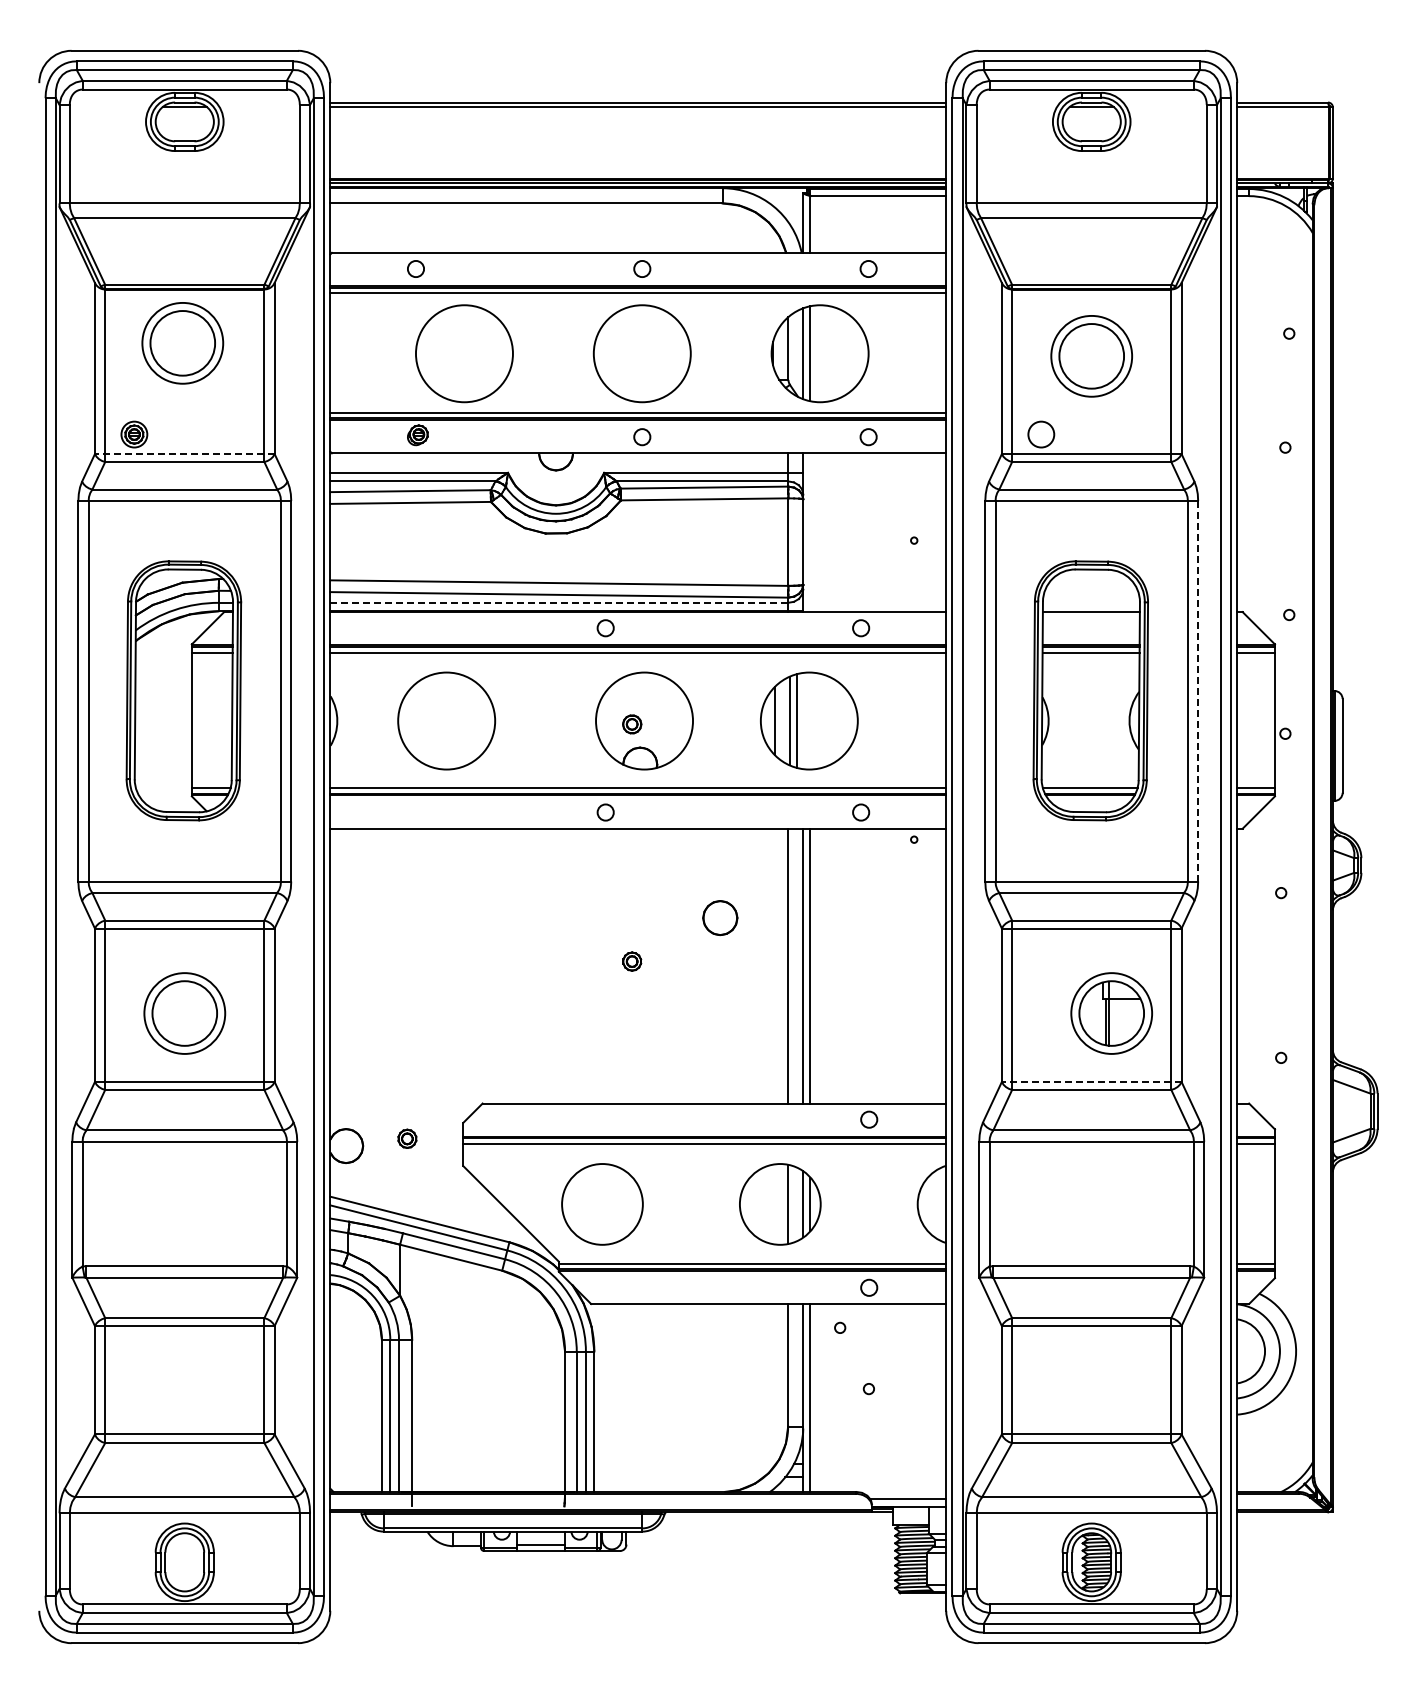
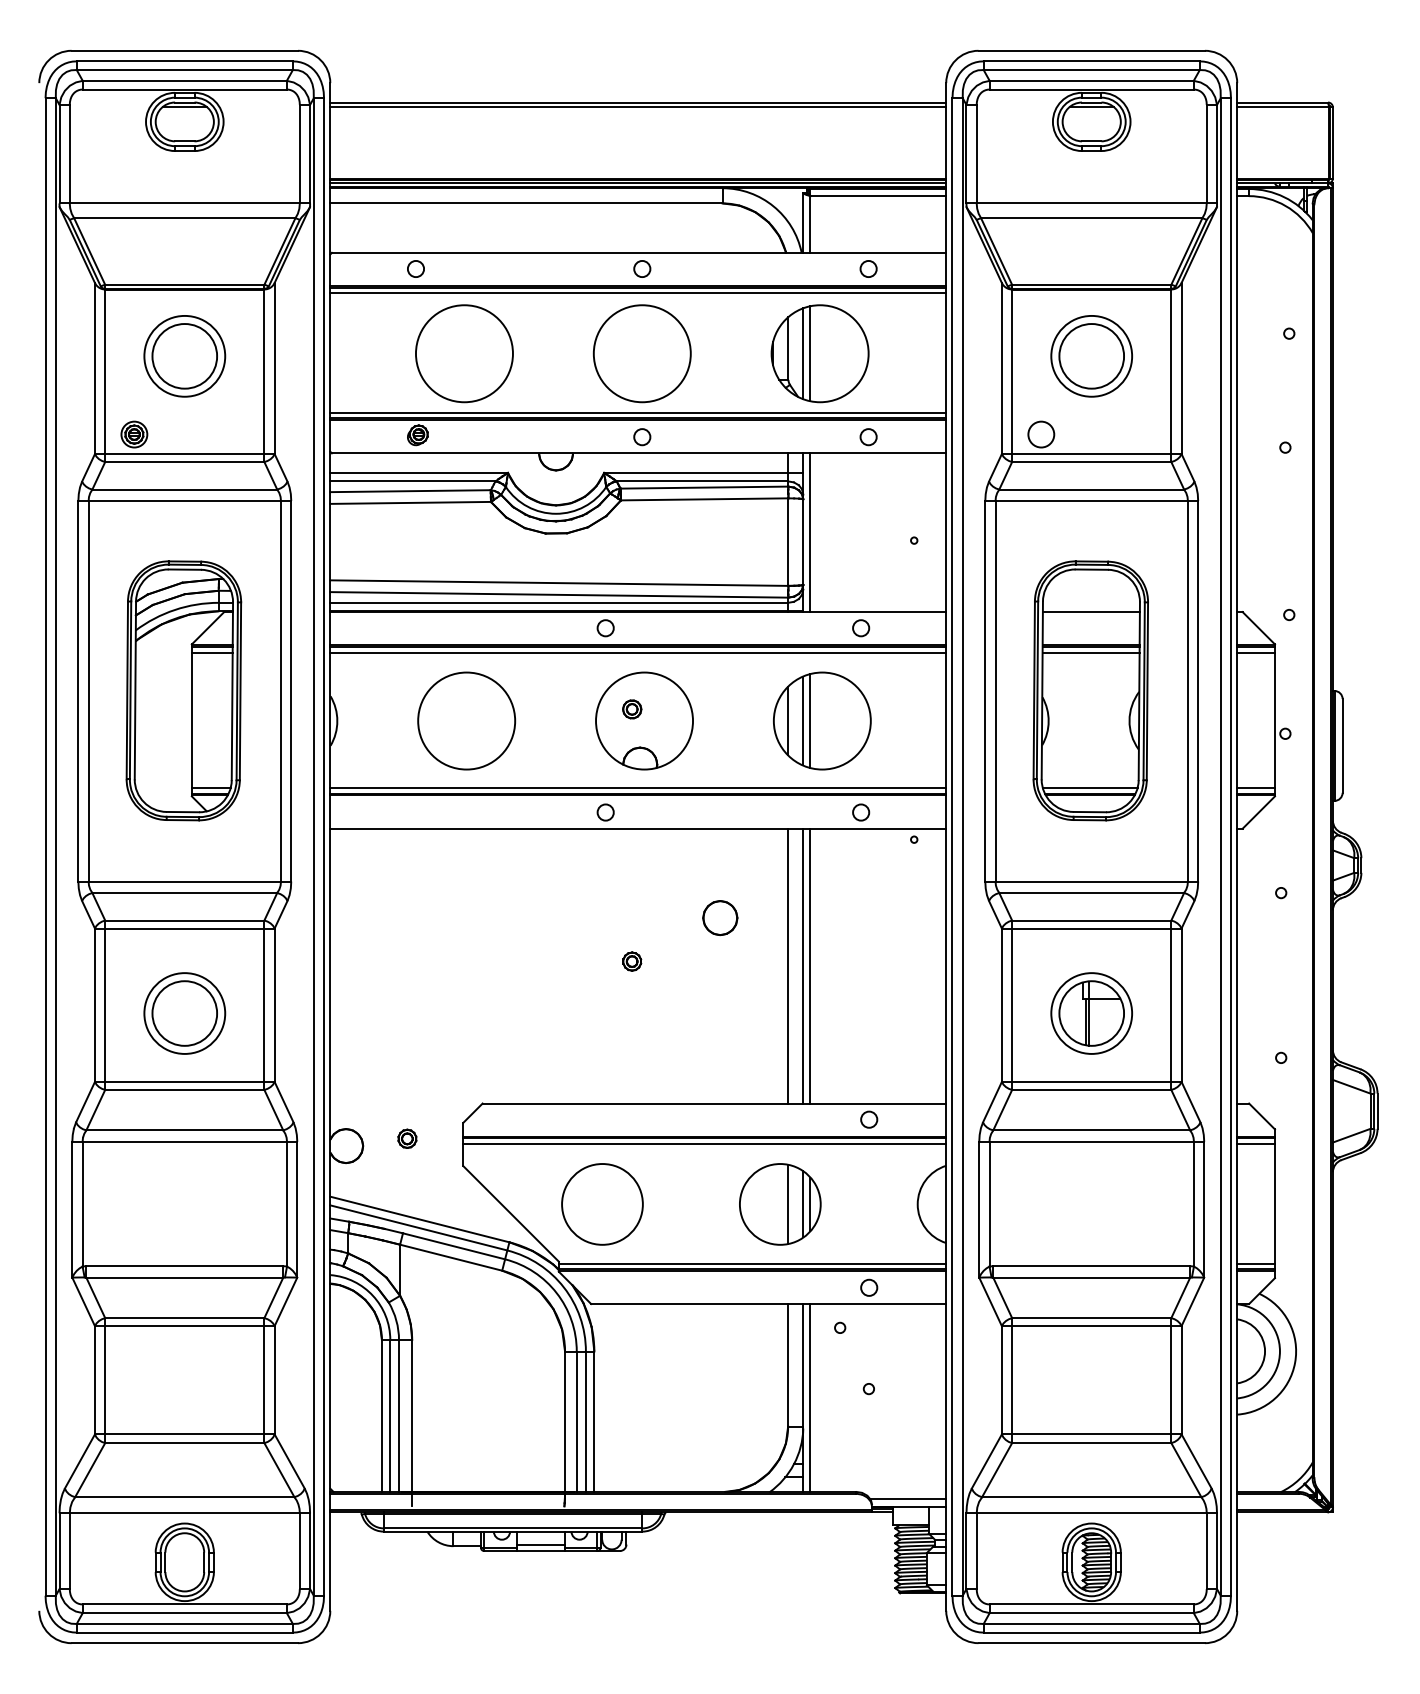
part at (182, 343) position: (182, 343) -> (184, 356)
line at (184, 454): dashed -> solid
line at (810, 532): none -> present
line at (559, 602): dashed -> solid
line at (1198, 691): dashed -> solid
circle at (446, 720) position: (446, 720) -> (466, 720)
part at (809, 720) position: (809, 720) -> (822, 720)
part at (632, 724) position: (632, 724) -> (632, 709)
part at (1111, 1013) position: (1111, 1013) -> (1091, 1013)
line at (1091, 1081): dashed -> solid
